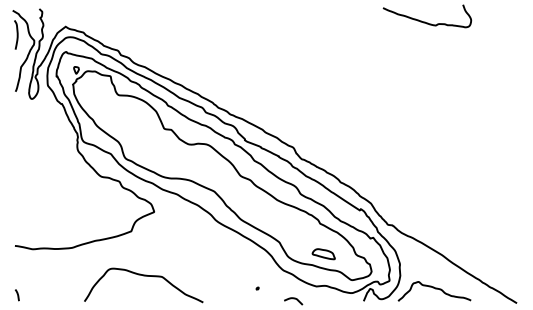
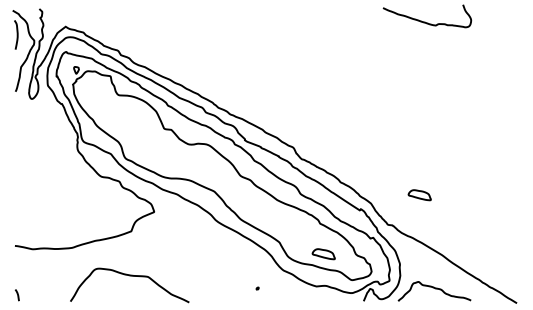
part at (419, 195): none -> present
curve at (143, 276) position: (143, 276) -> (129, 276)
curve at (293, 299): present -> none
